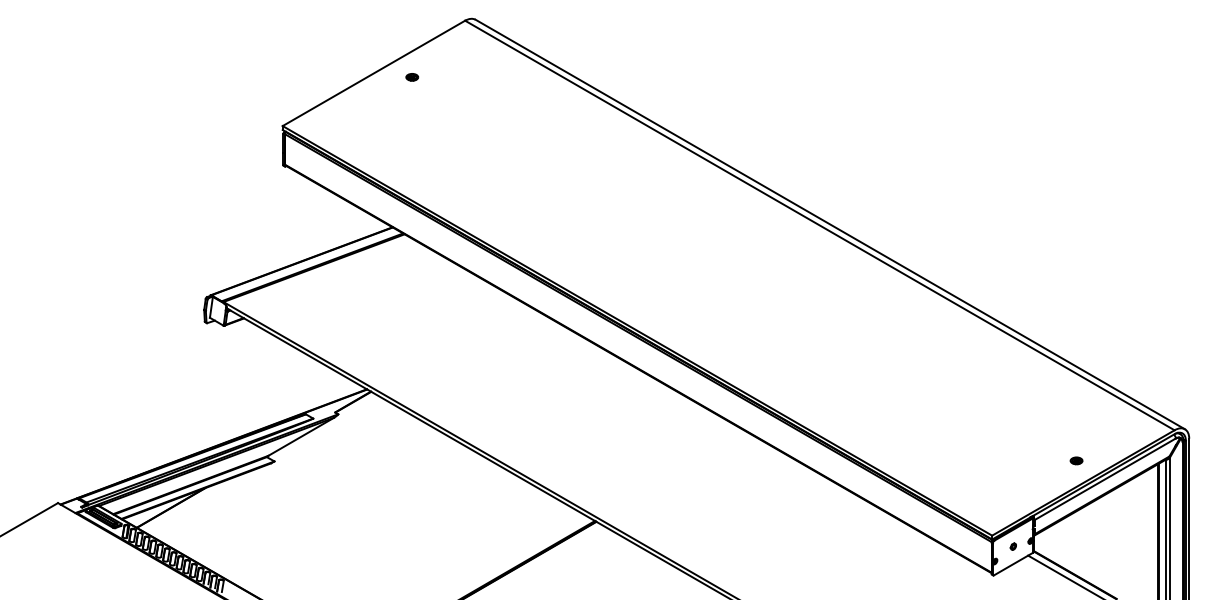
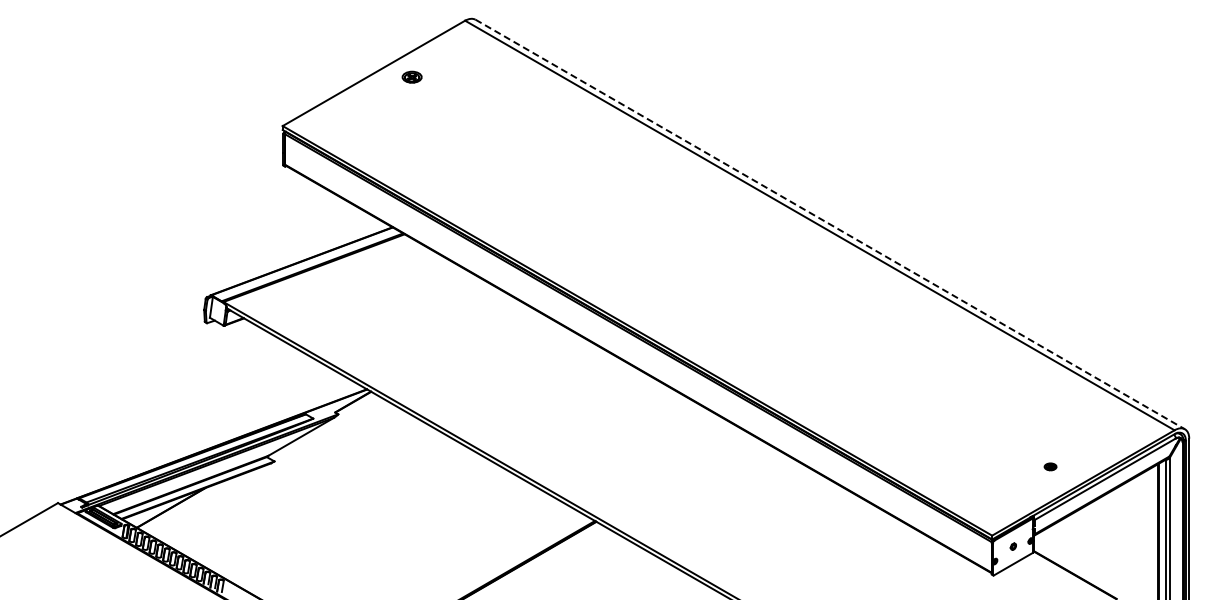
part at (412, 77) size: 15x9 px -> 22x14 px
line at (830, 224): solid -> dashed
part at (1076, 460) position: (1076, 460) -> (1050, 466)
line at (1063, 575): present -> none
